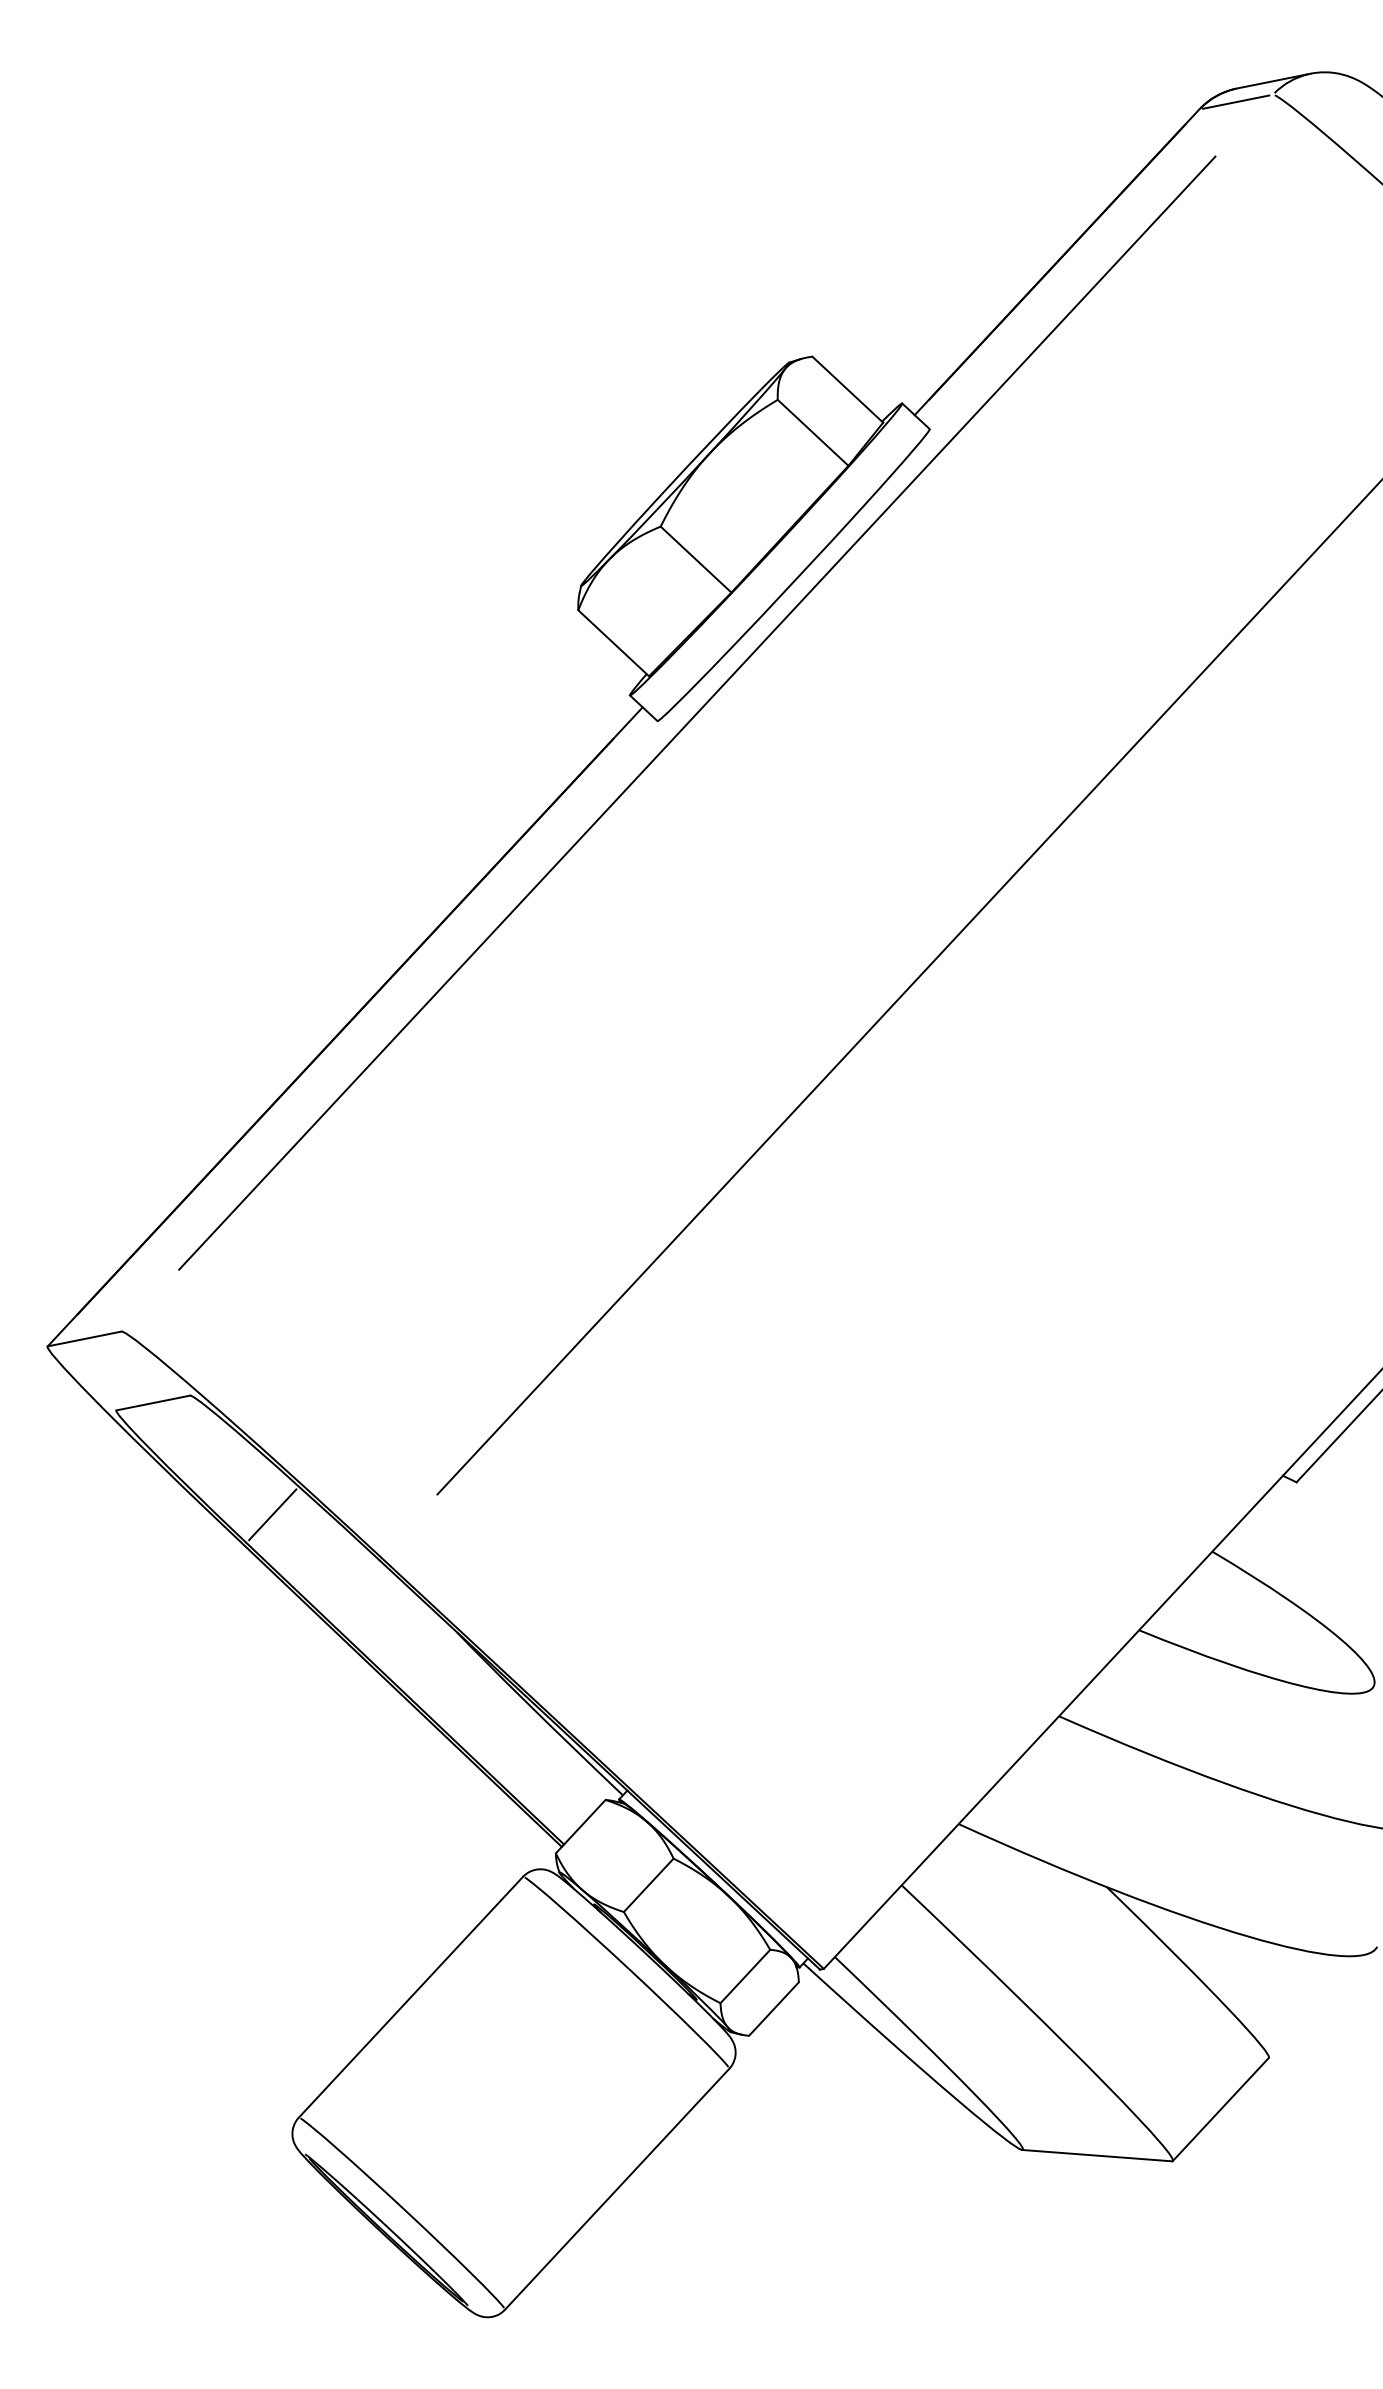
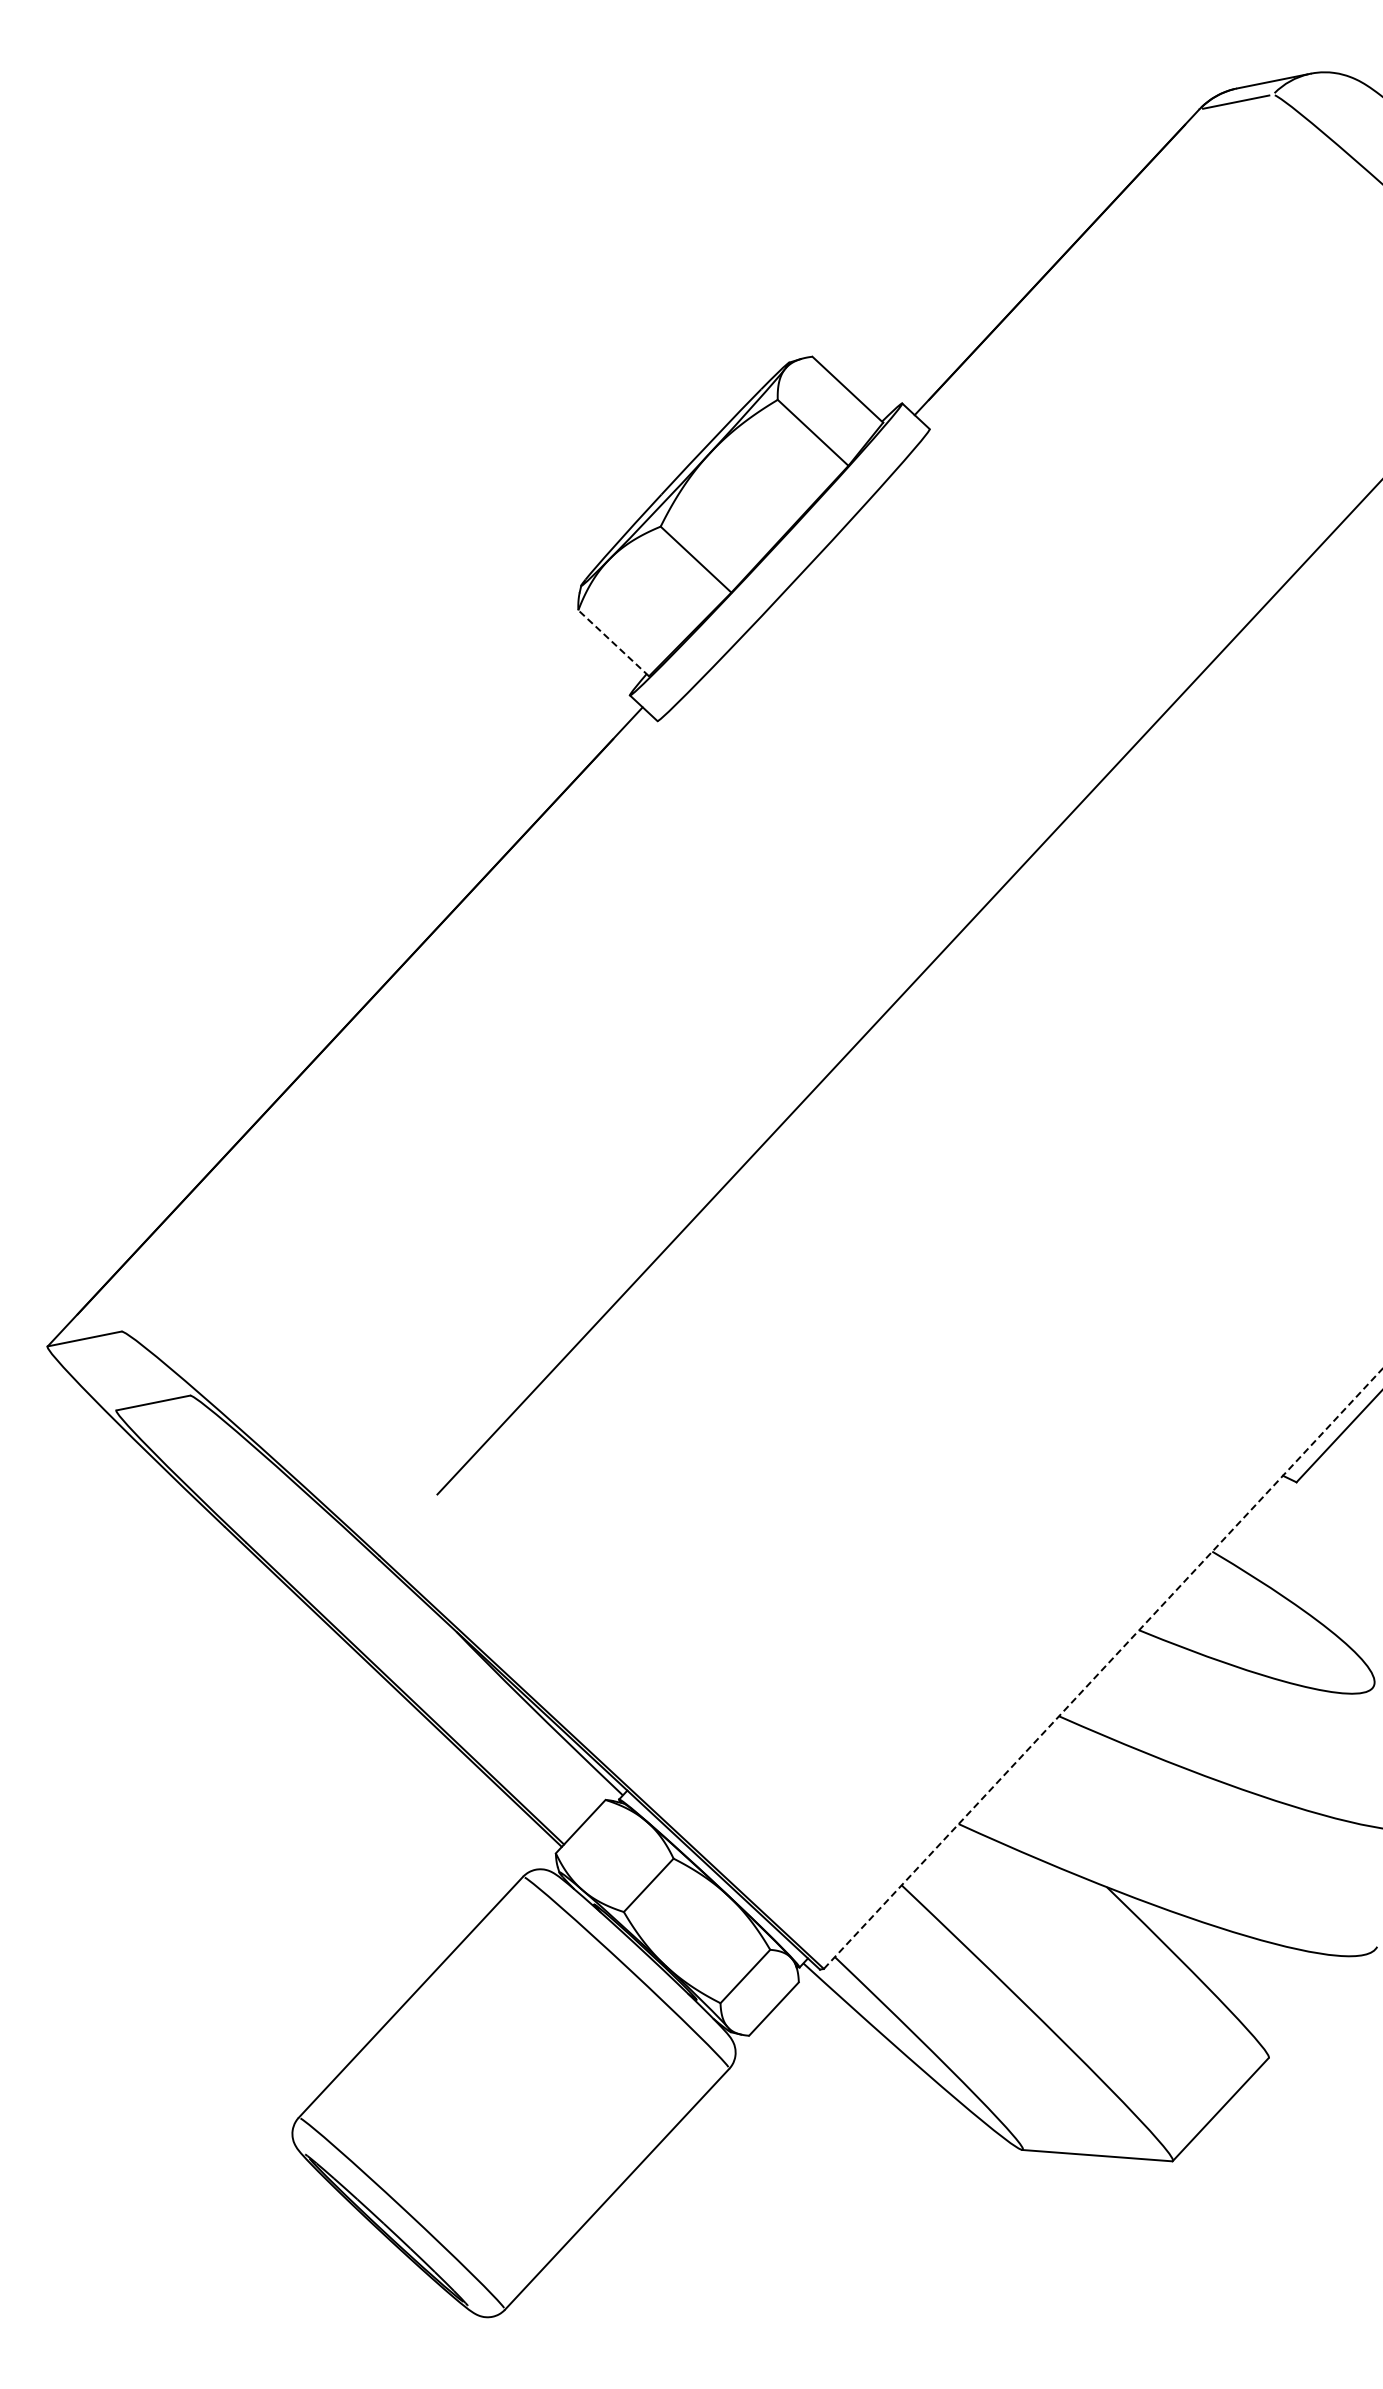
line at (613, 642): solid -> dashed
line at (697, 712): present -> none
line at (272, 1514): present -> none
line at (1103, 1668): solid -> dashed
